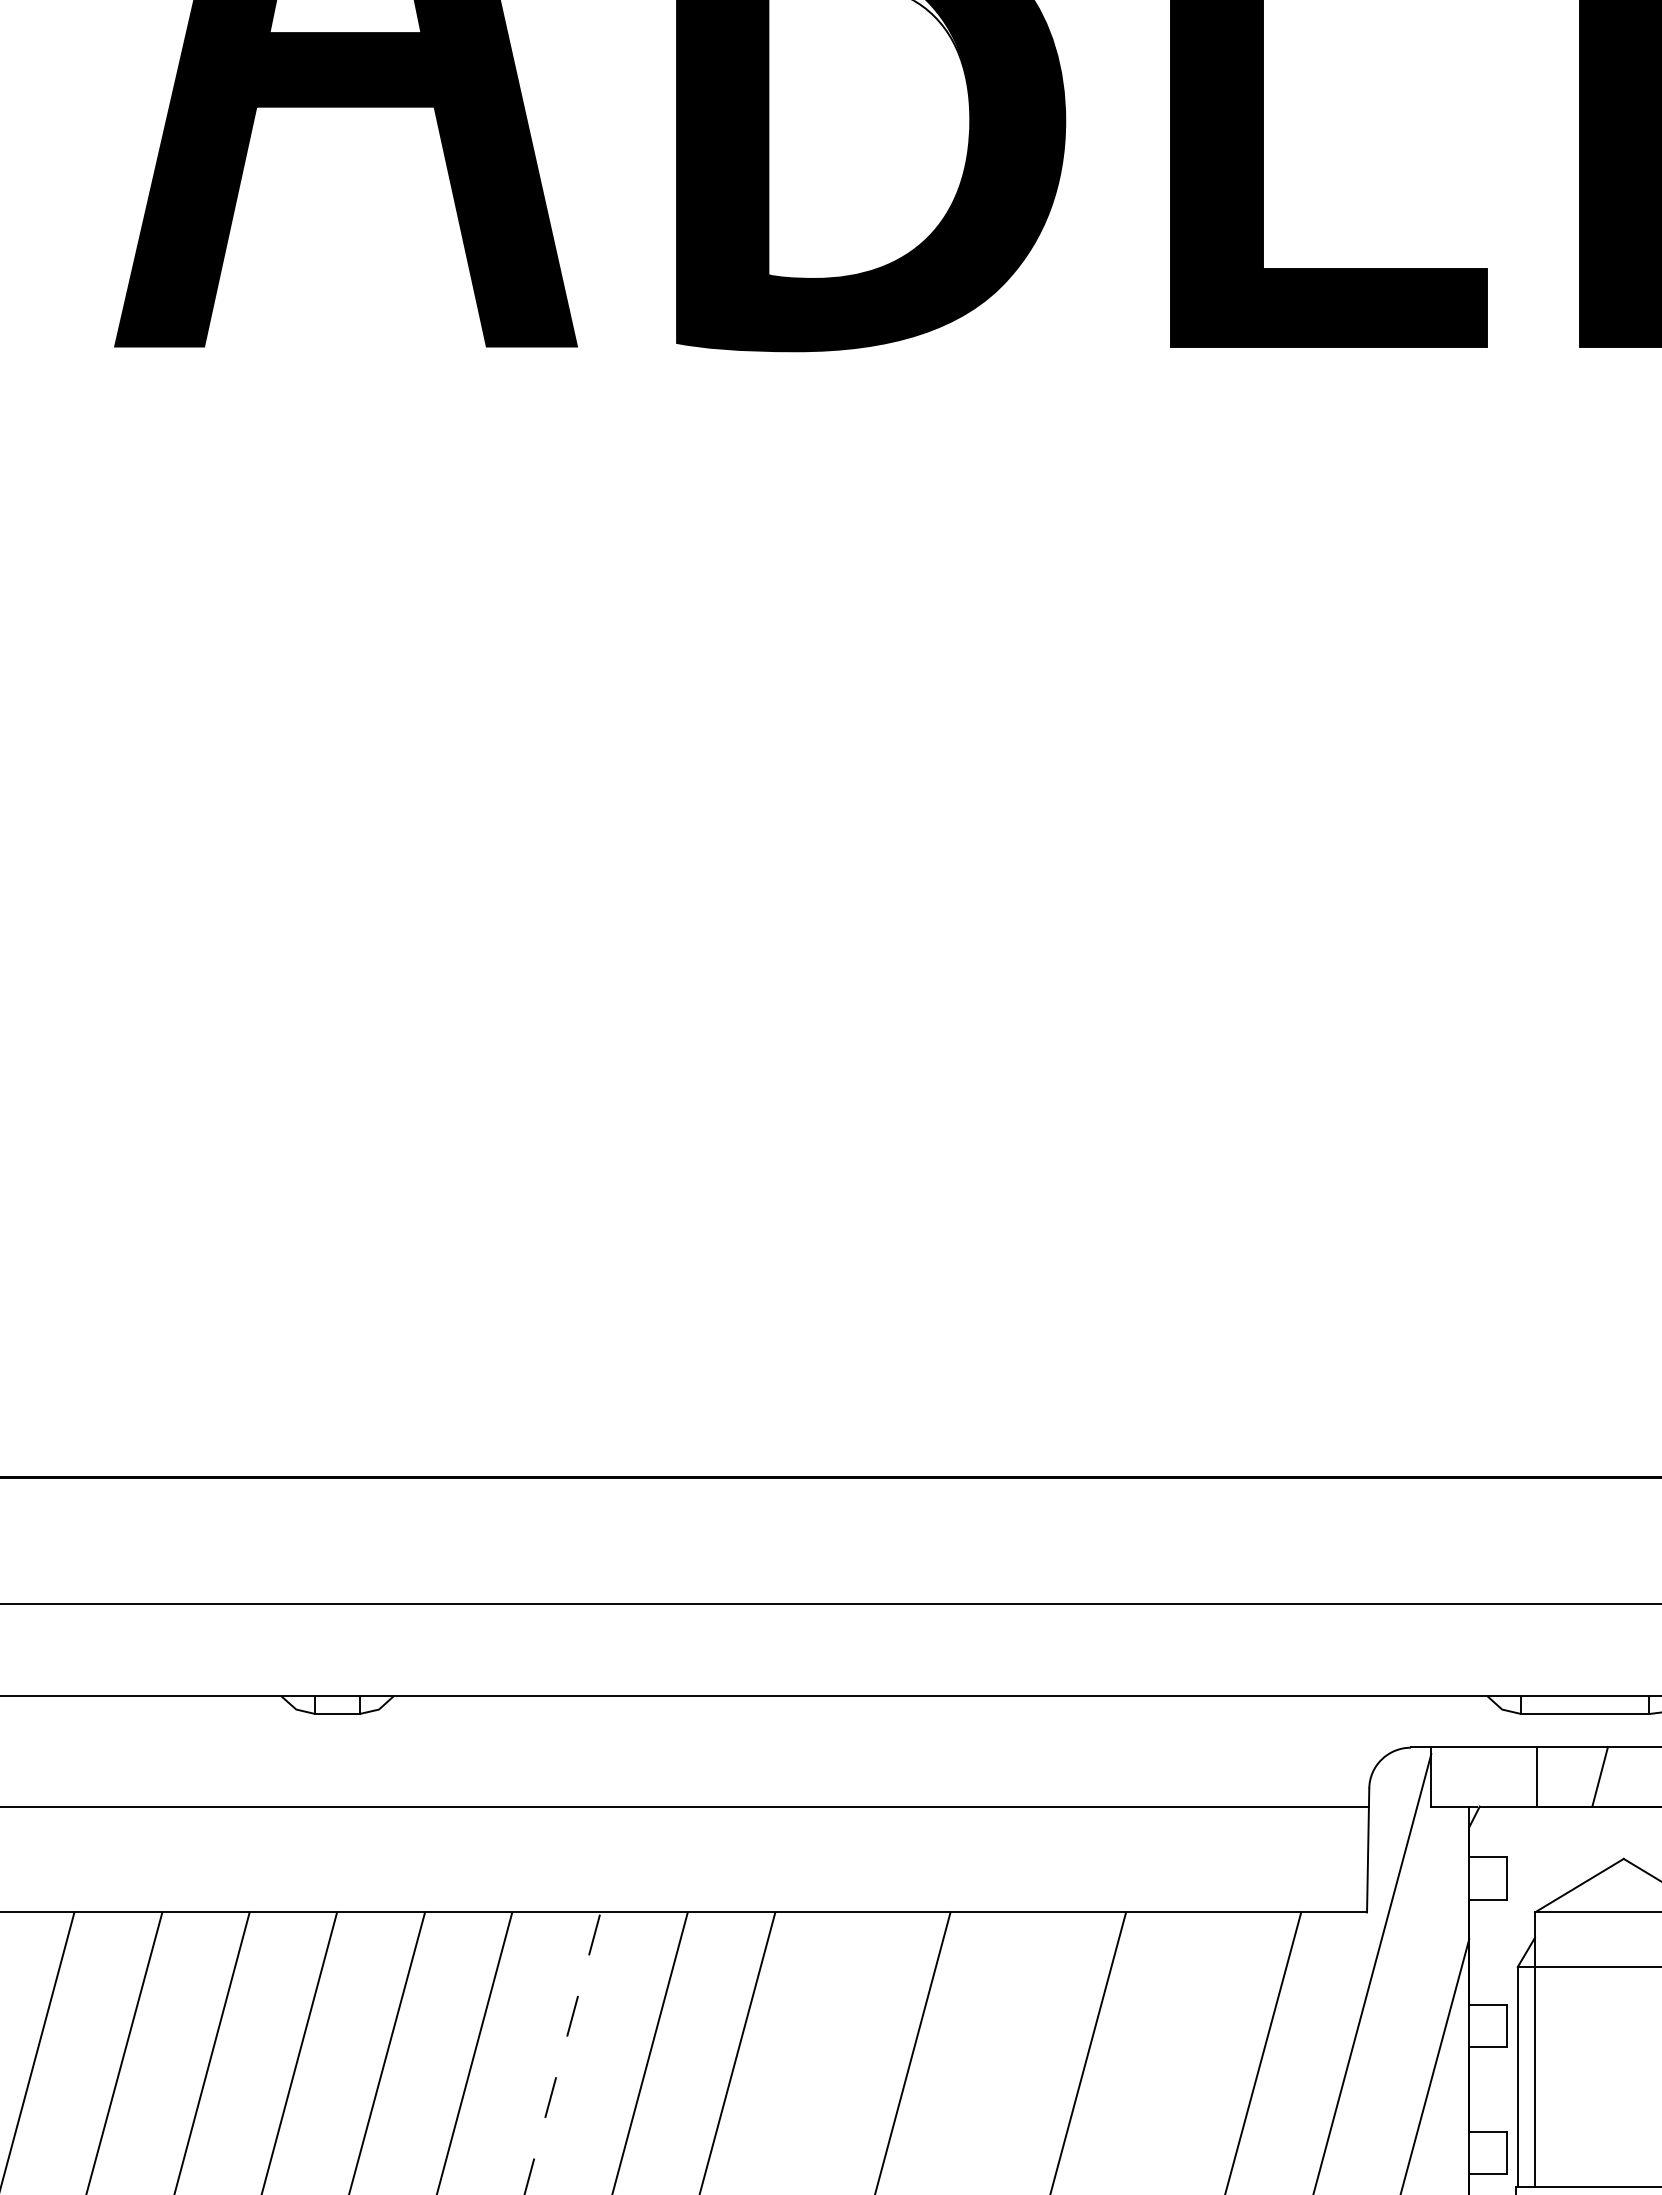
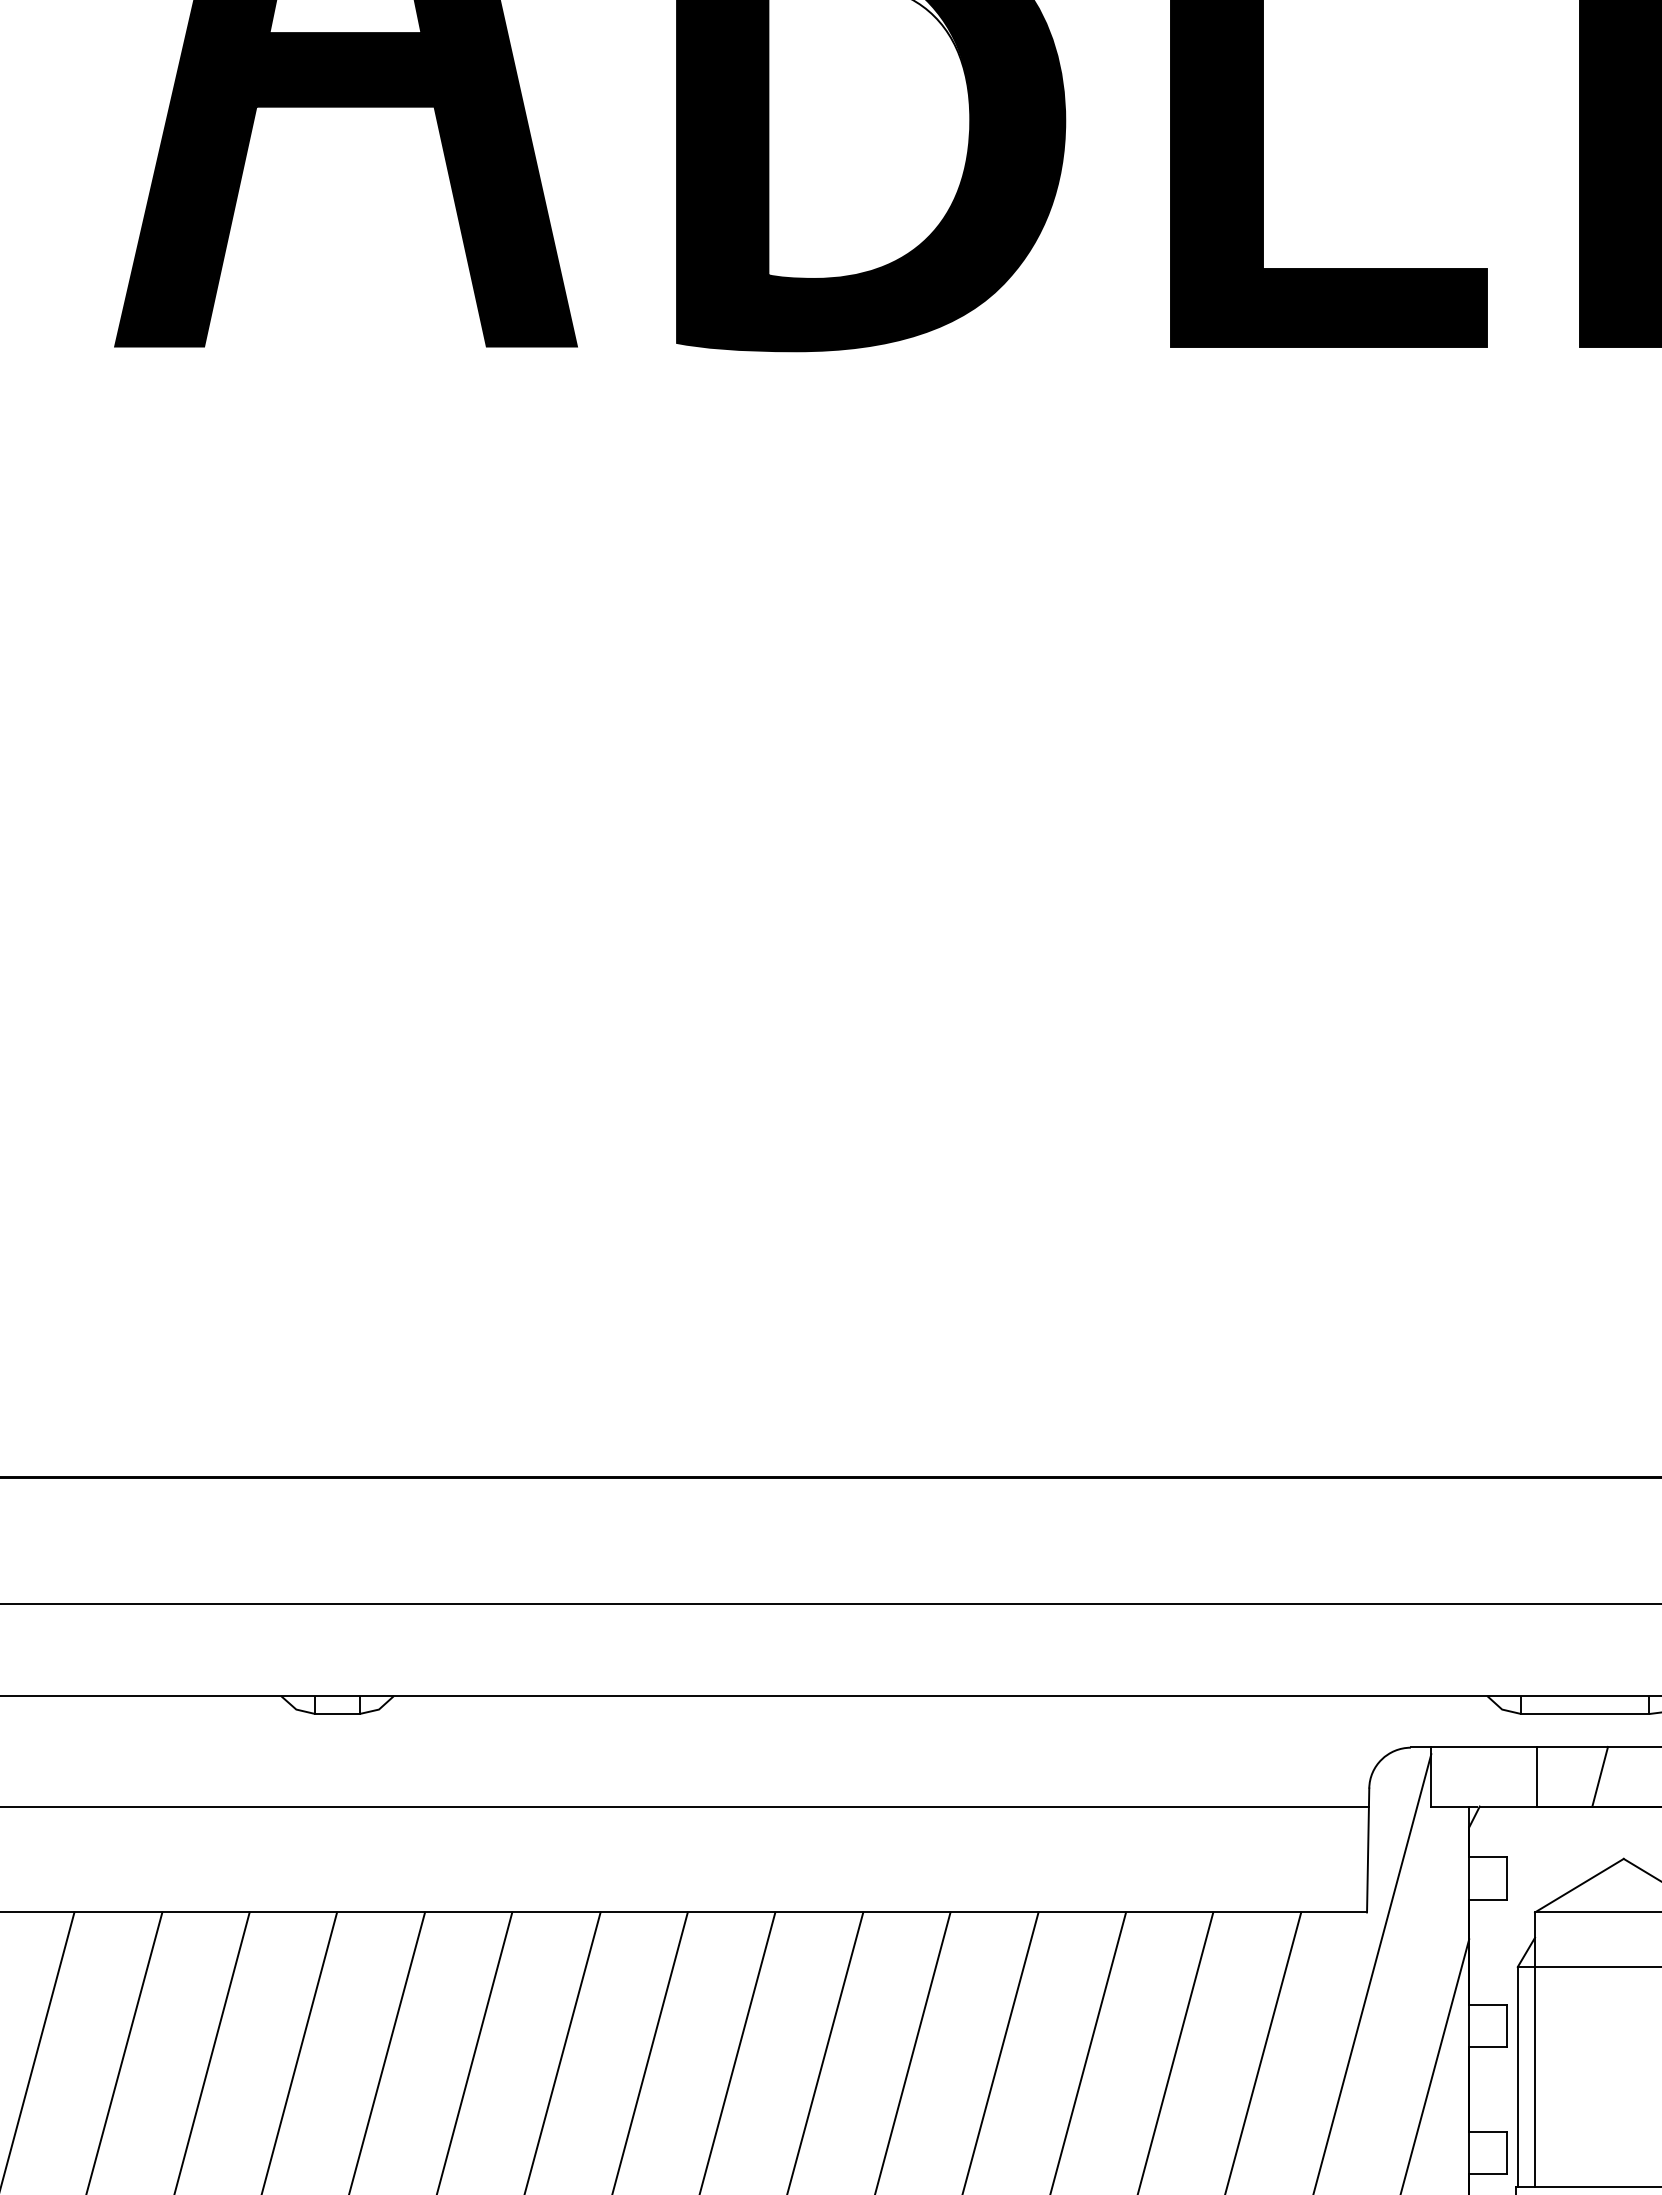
line at (825, 2051): none -> present
line at (1000, 2051): none -> present
line at (1175, 2051): none -> present
line at (562, 2053): dashed -> solid
